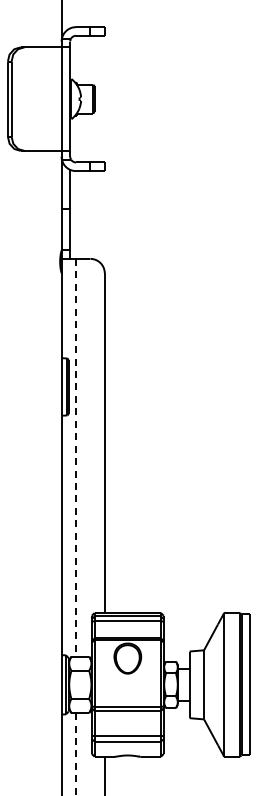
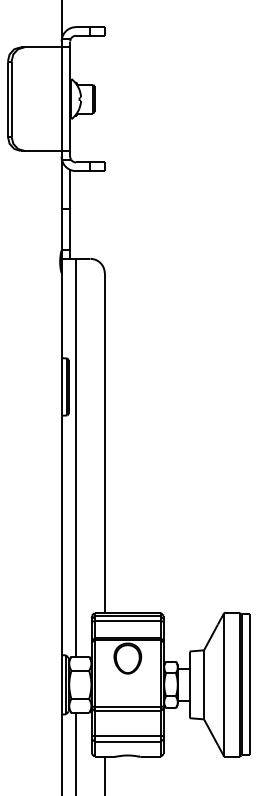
line at (76, 457): dashed -> solid
line at (76, 754): dashed -> solid
